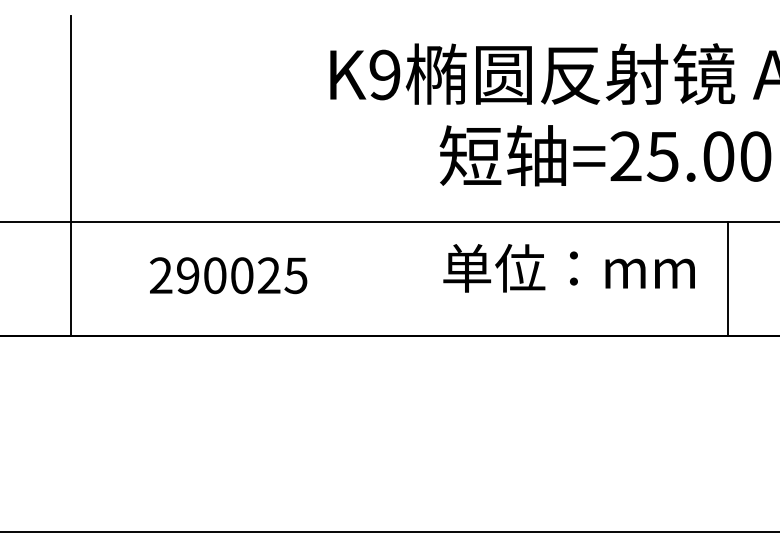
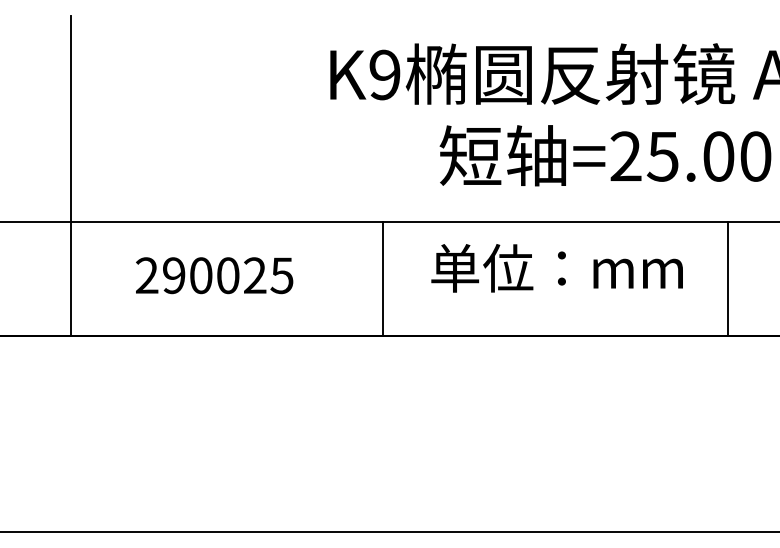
text at (568, 268) position: (568, 268) -> (556, 268)
text at (228, 275) position: (228, 275) -> (214, 275)
line at (383, 278): none -> present
